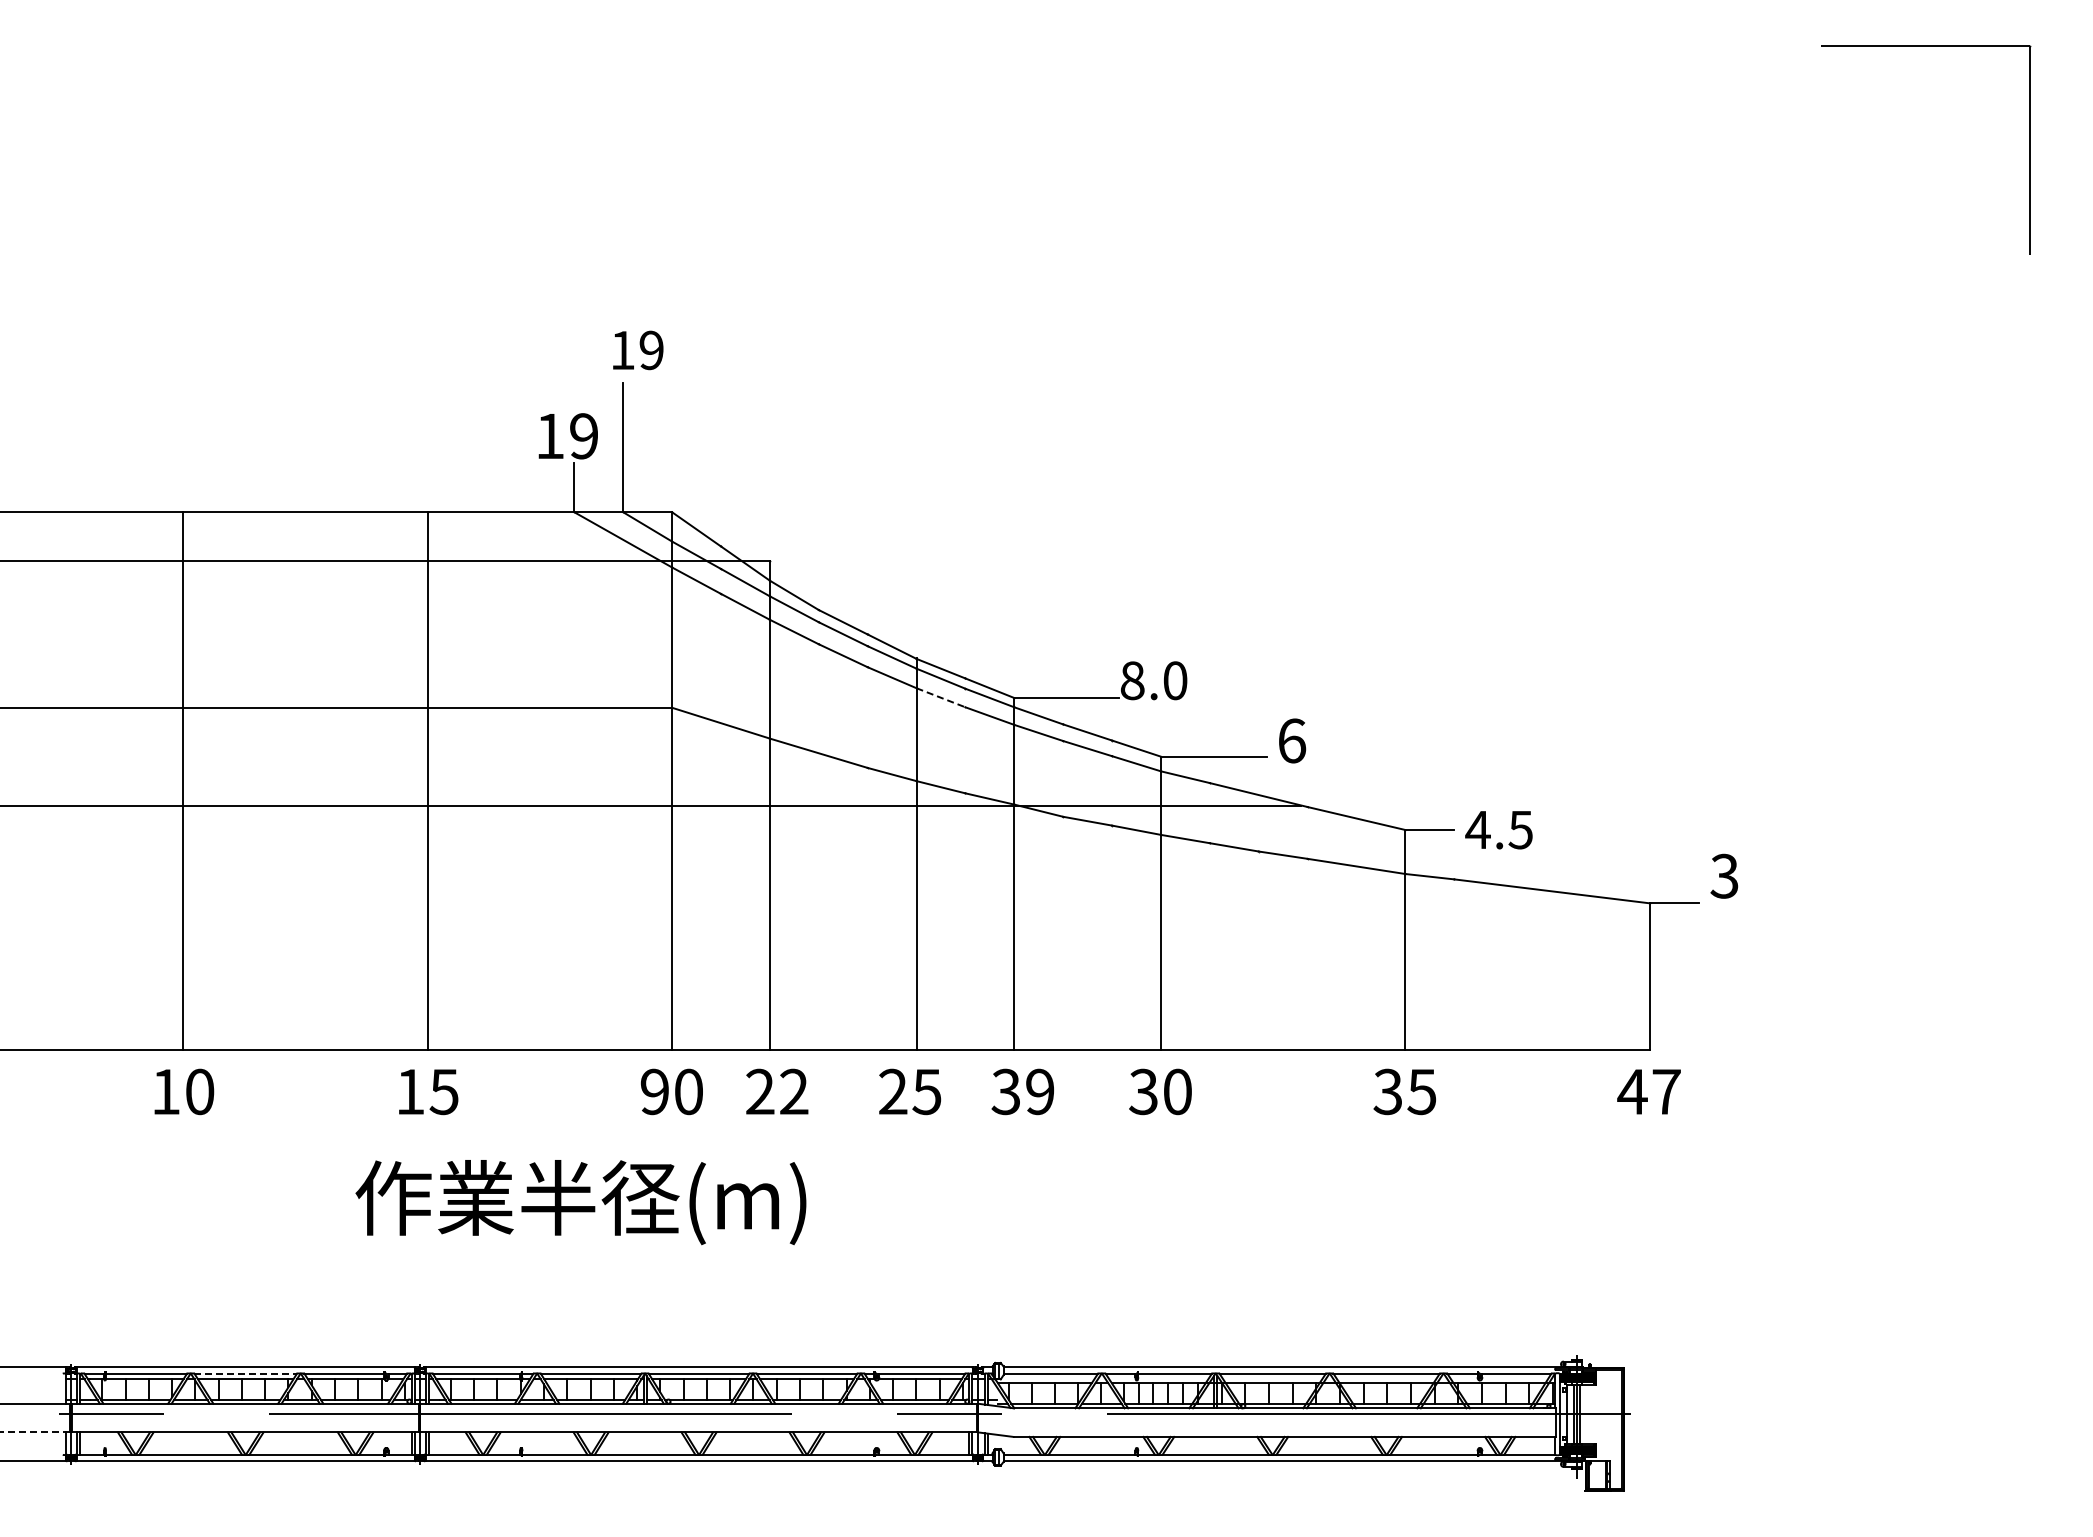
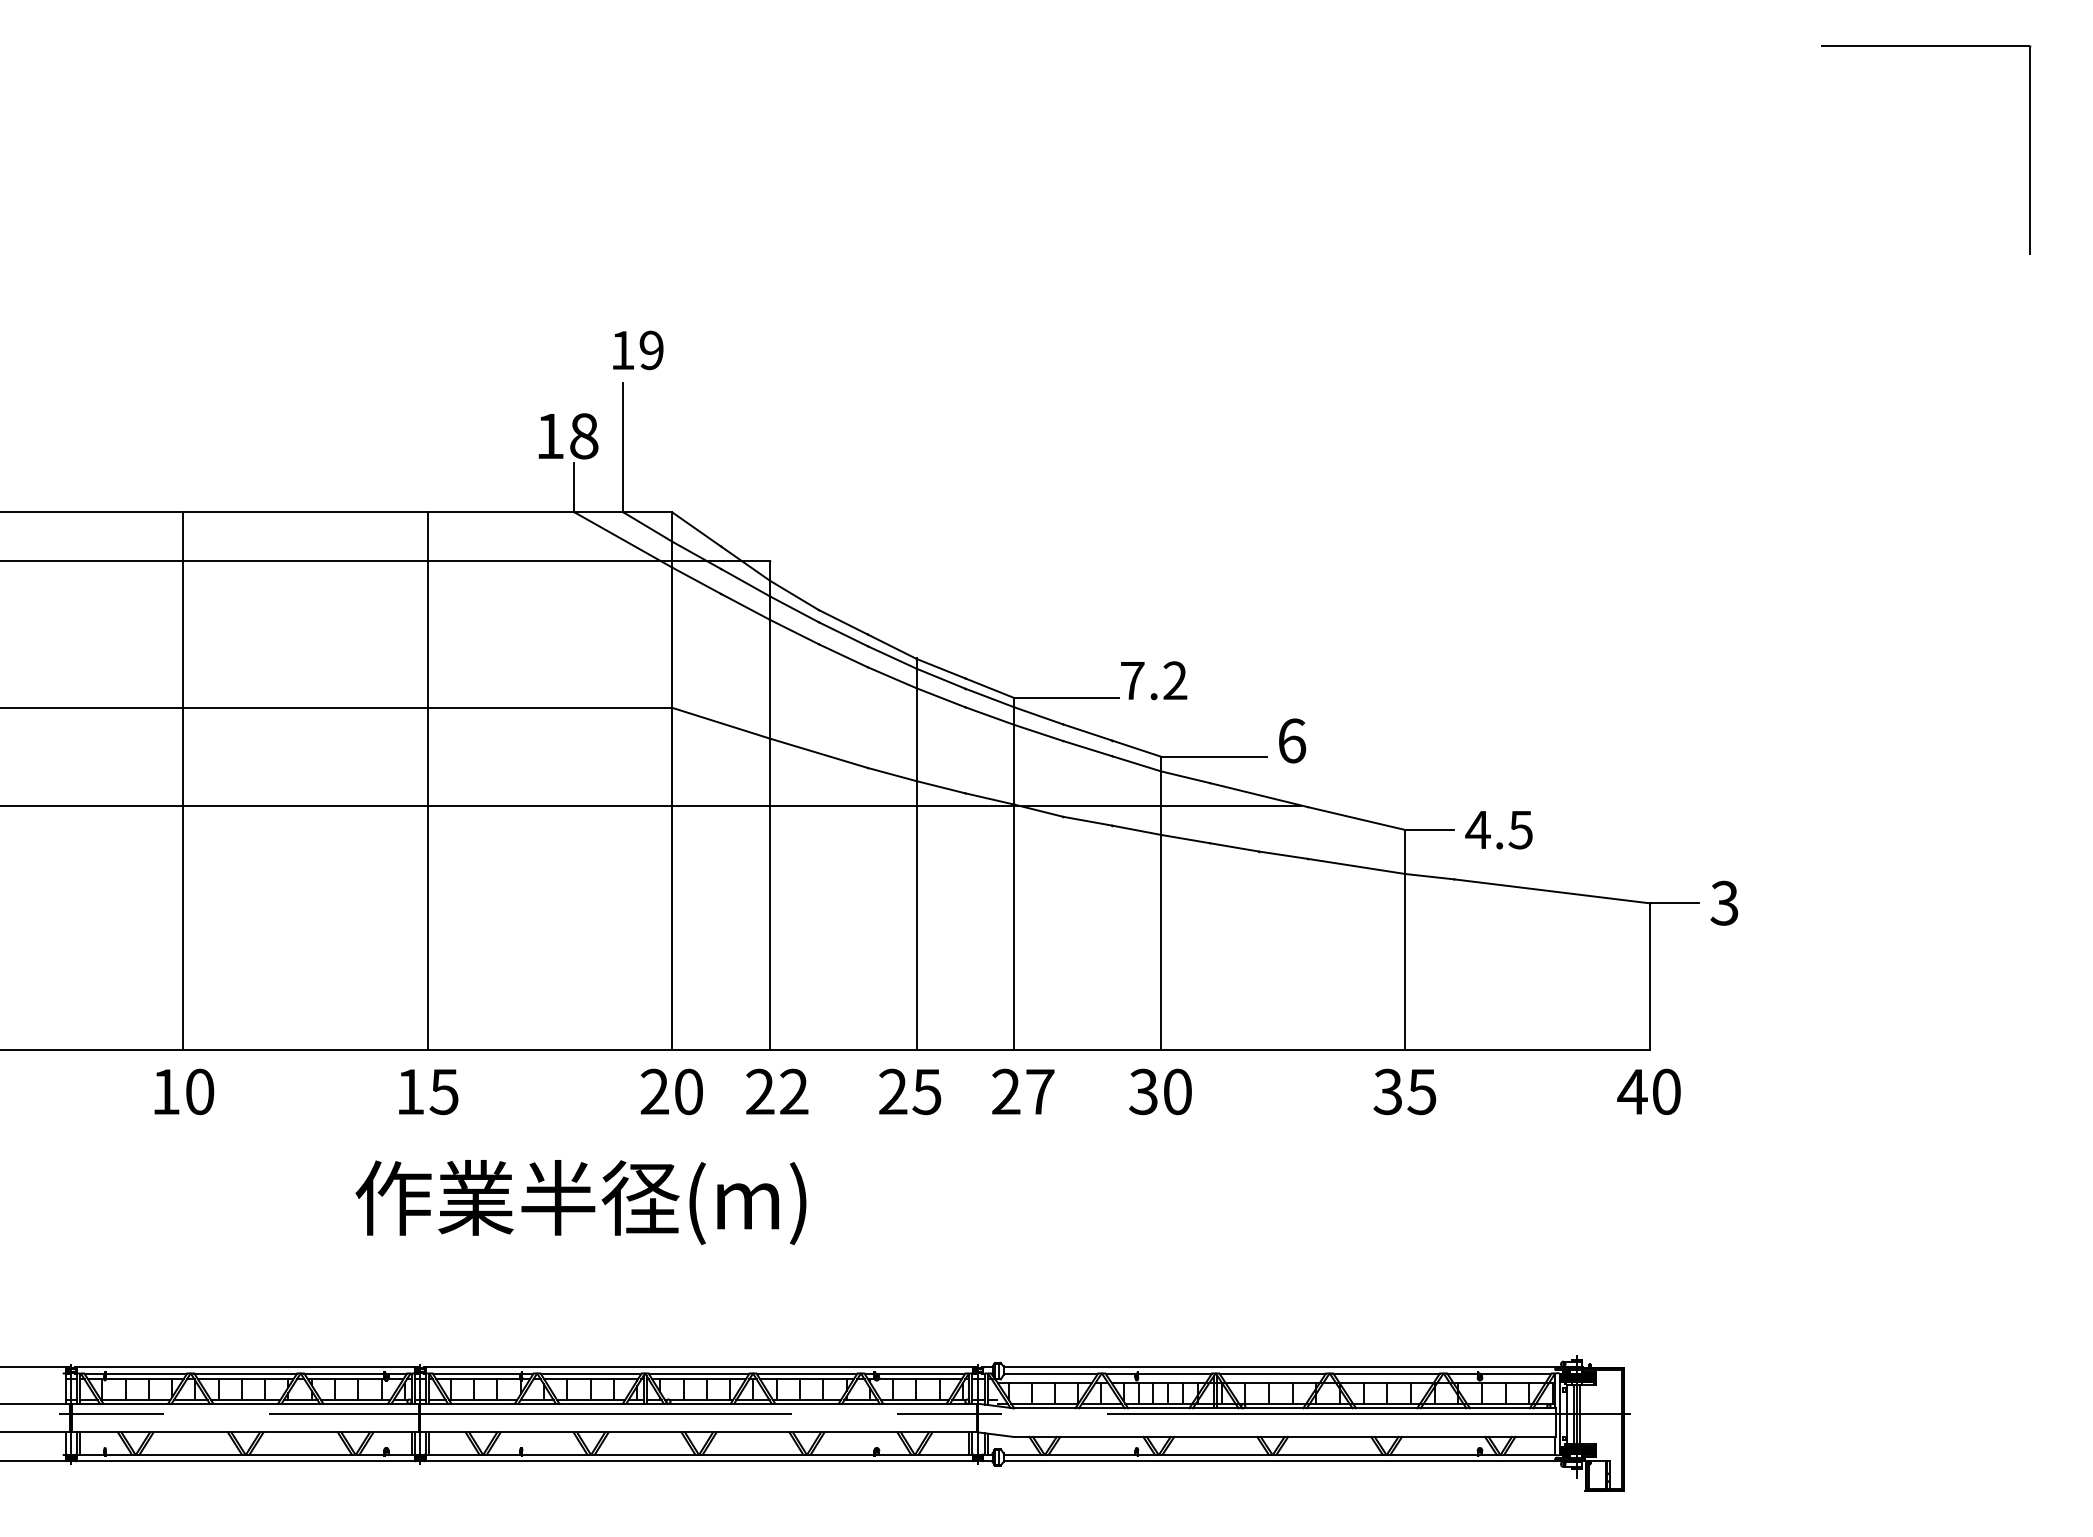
text at (584, 436): 19 -> 18
text at (1153, 680): 8.0 -> 7.2
line at (941, 697): dashed -> solid
text at (1724, 875) position: (1724, 875) -> (1724, 902)
text at (1022, 1091): 39 -> 27
text at (1666, 1091): 47 -> 40
text at (654, 1092): 90 -> 20
line at (246, 1373): dashed -> solid
line at (35, 1432): dashed -> solid
